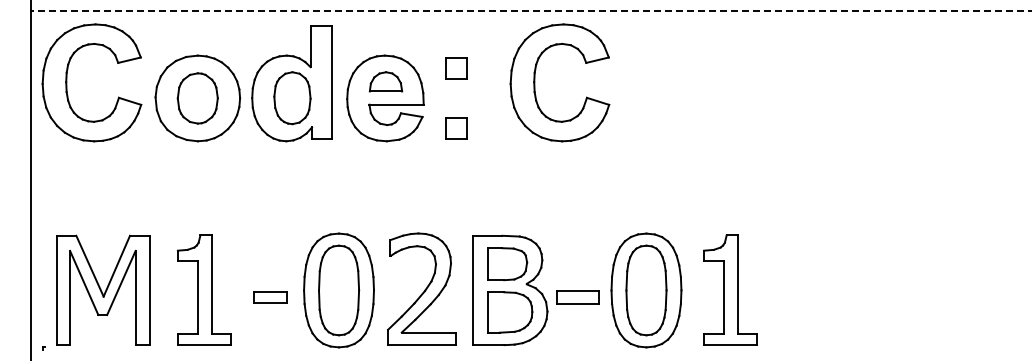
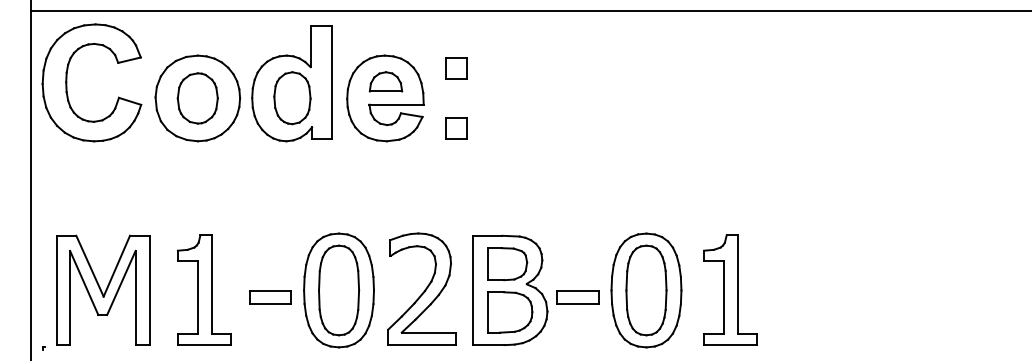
line at (530, 10): dashed -> solid
part at (535, 82): present -> none
part at (270, 297) size: 35x13 px -> 43x15 px
